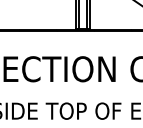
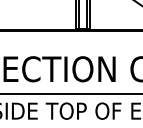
line at (70, 94): none -> present
